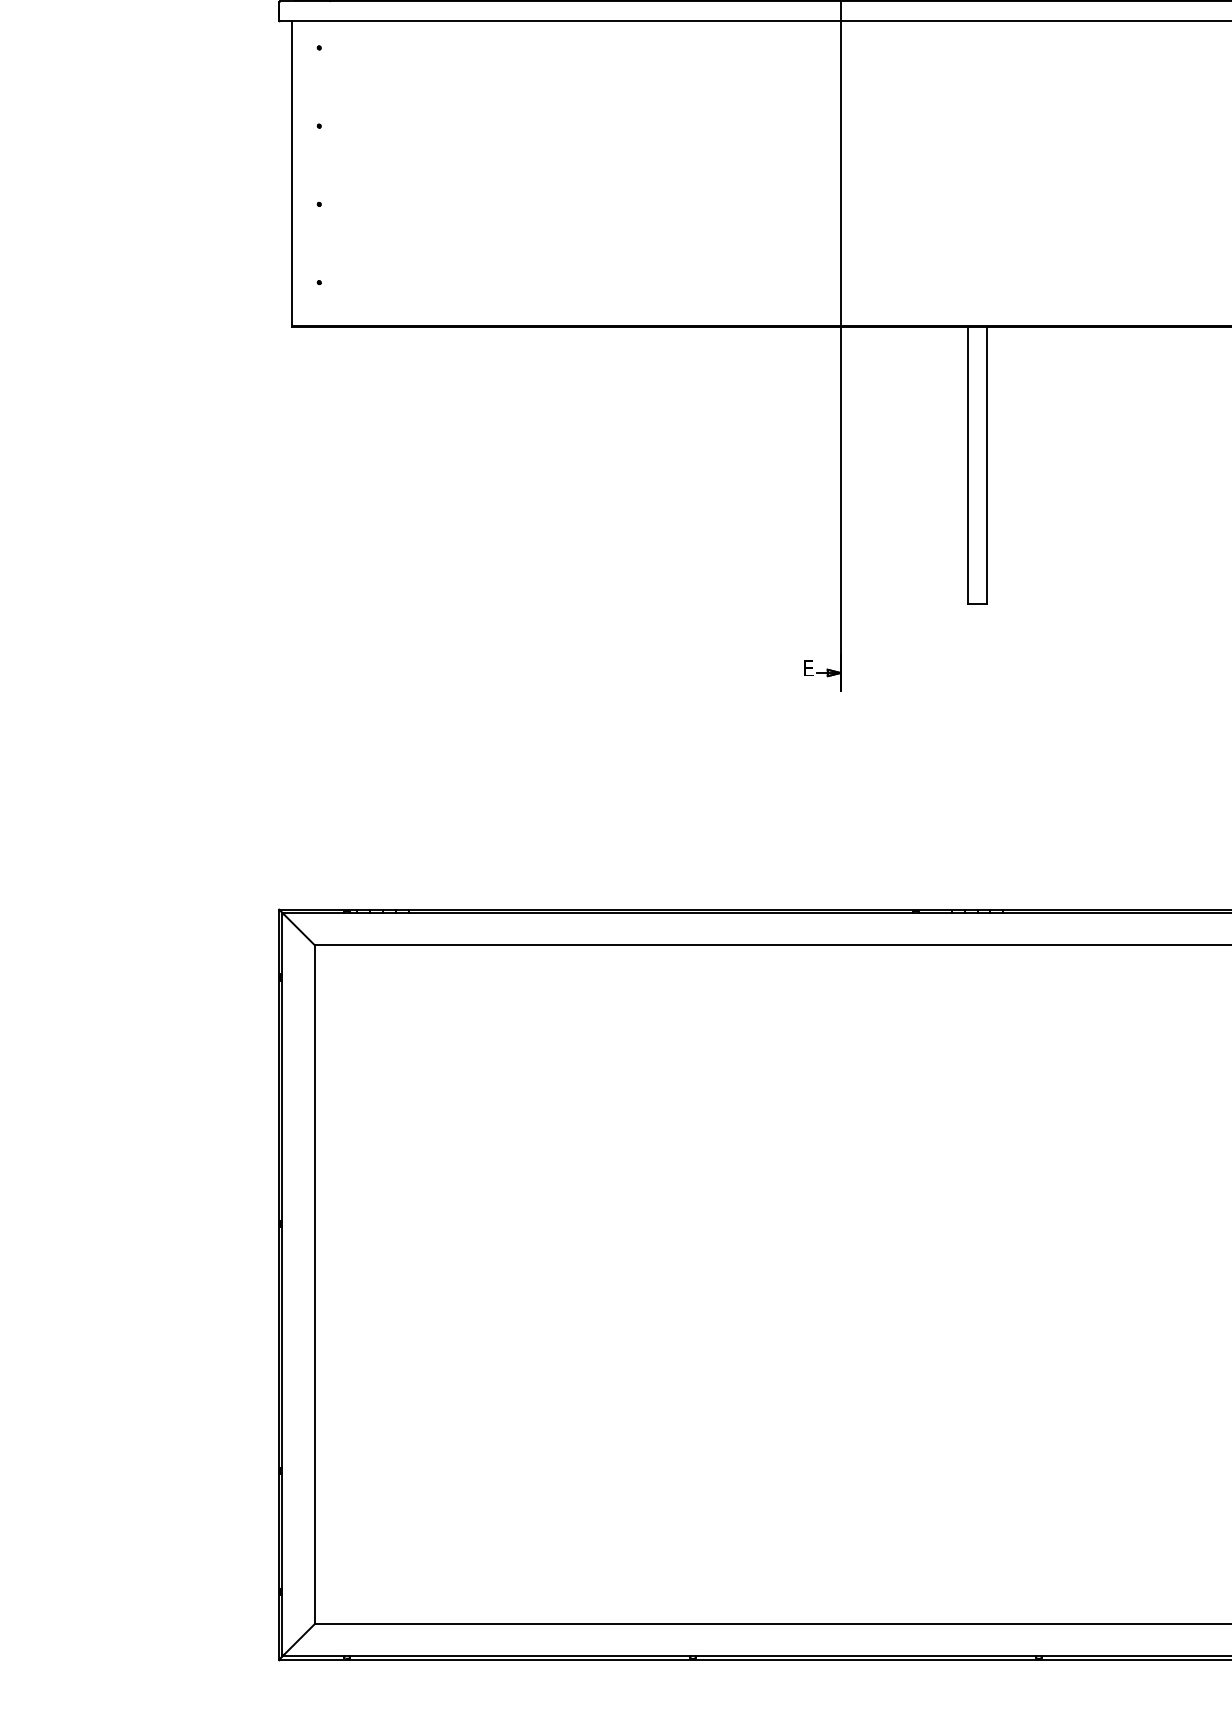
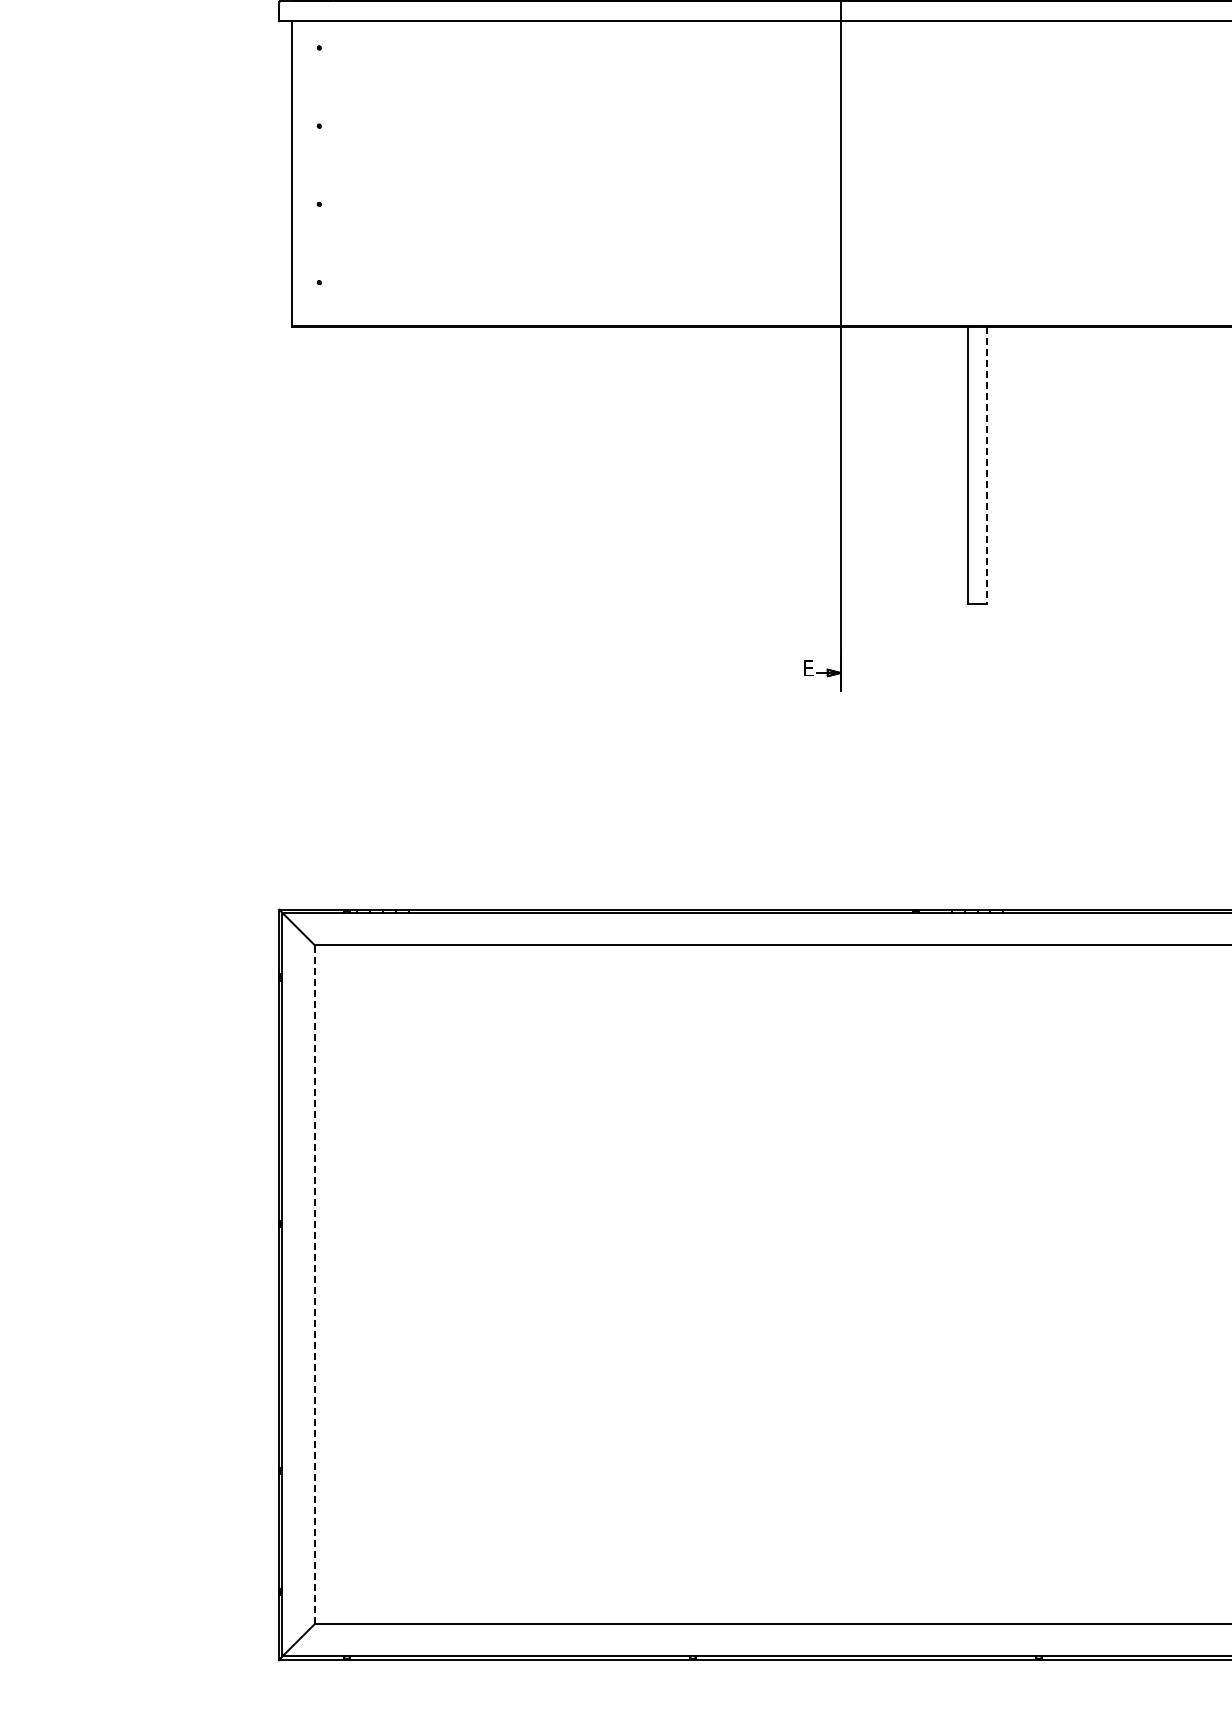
line at (987, 465): solid -> dashed
line at (314, 1284): solid -> dashed
